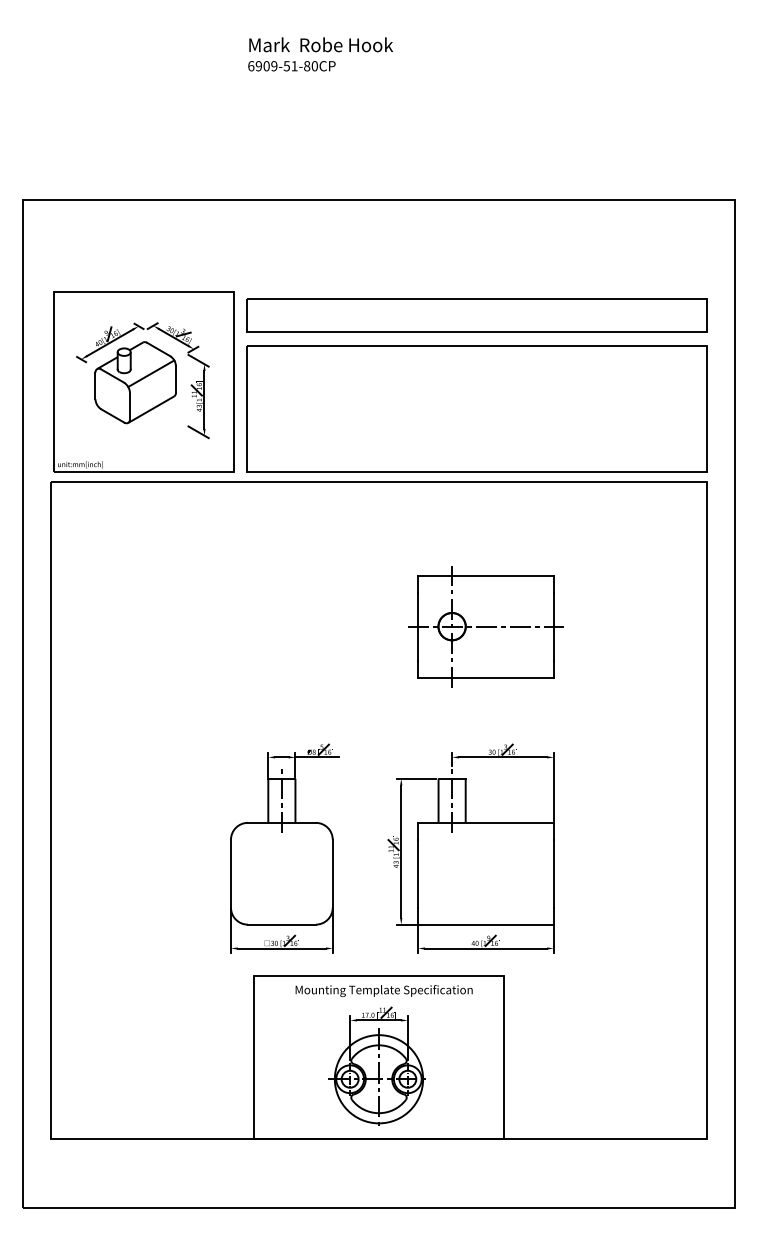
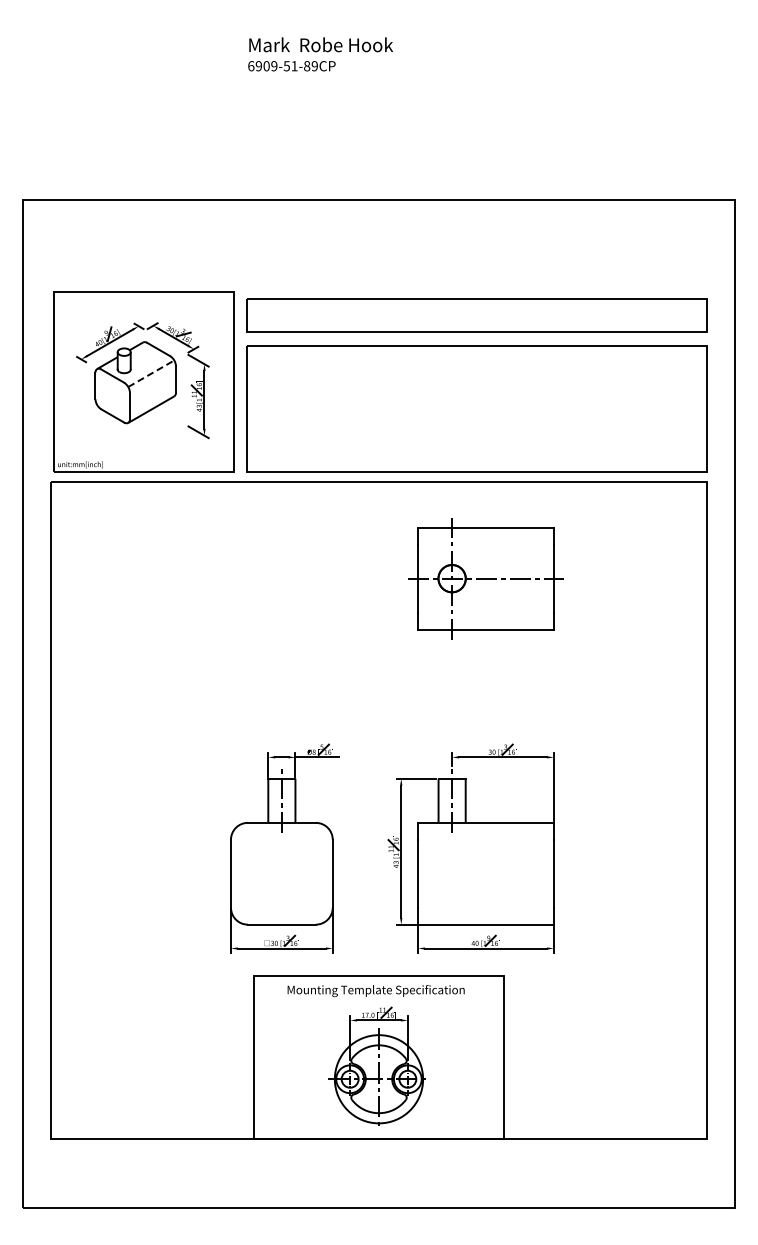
text at (314, 66): 6909-51-80CP -> 6909-51-89CP
line at (151, 373): solid -> dashed
part at (485, 626) position: (485, 626) -> (485, 578)
text at (383, 991) position: (383, 991) -> (375, 991)
